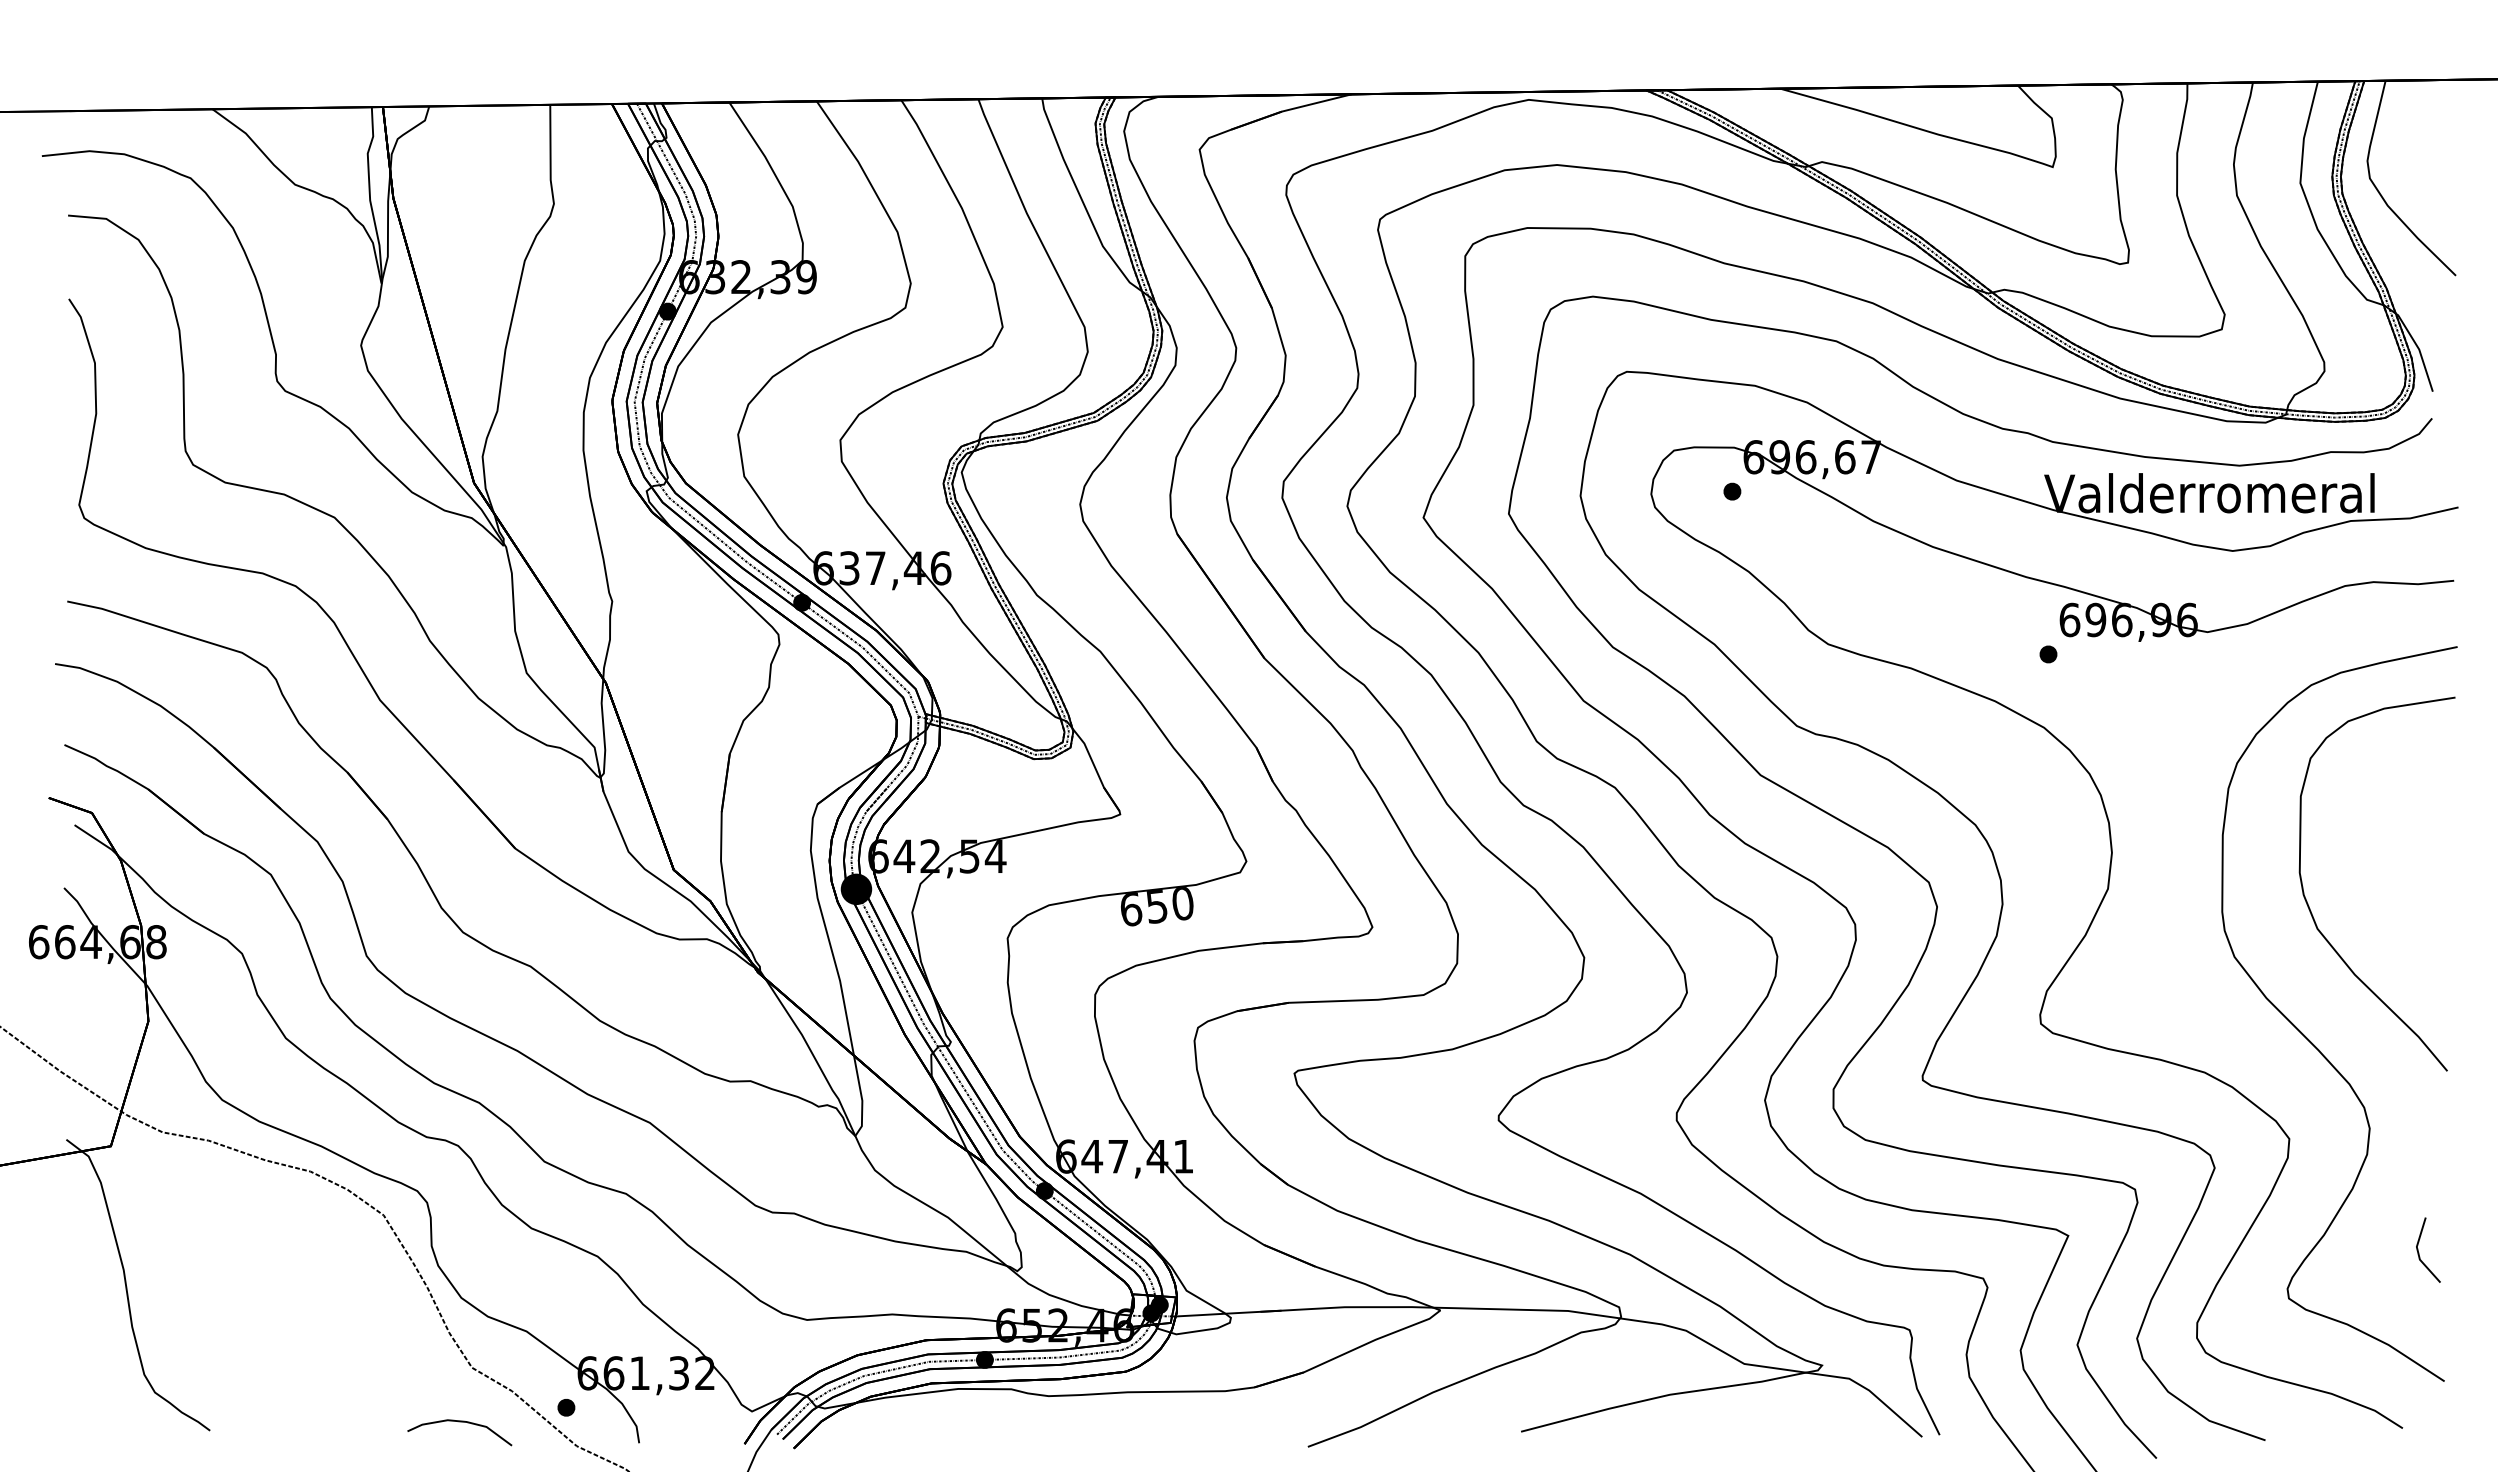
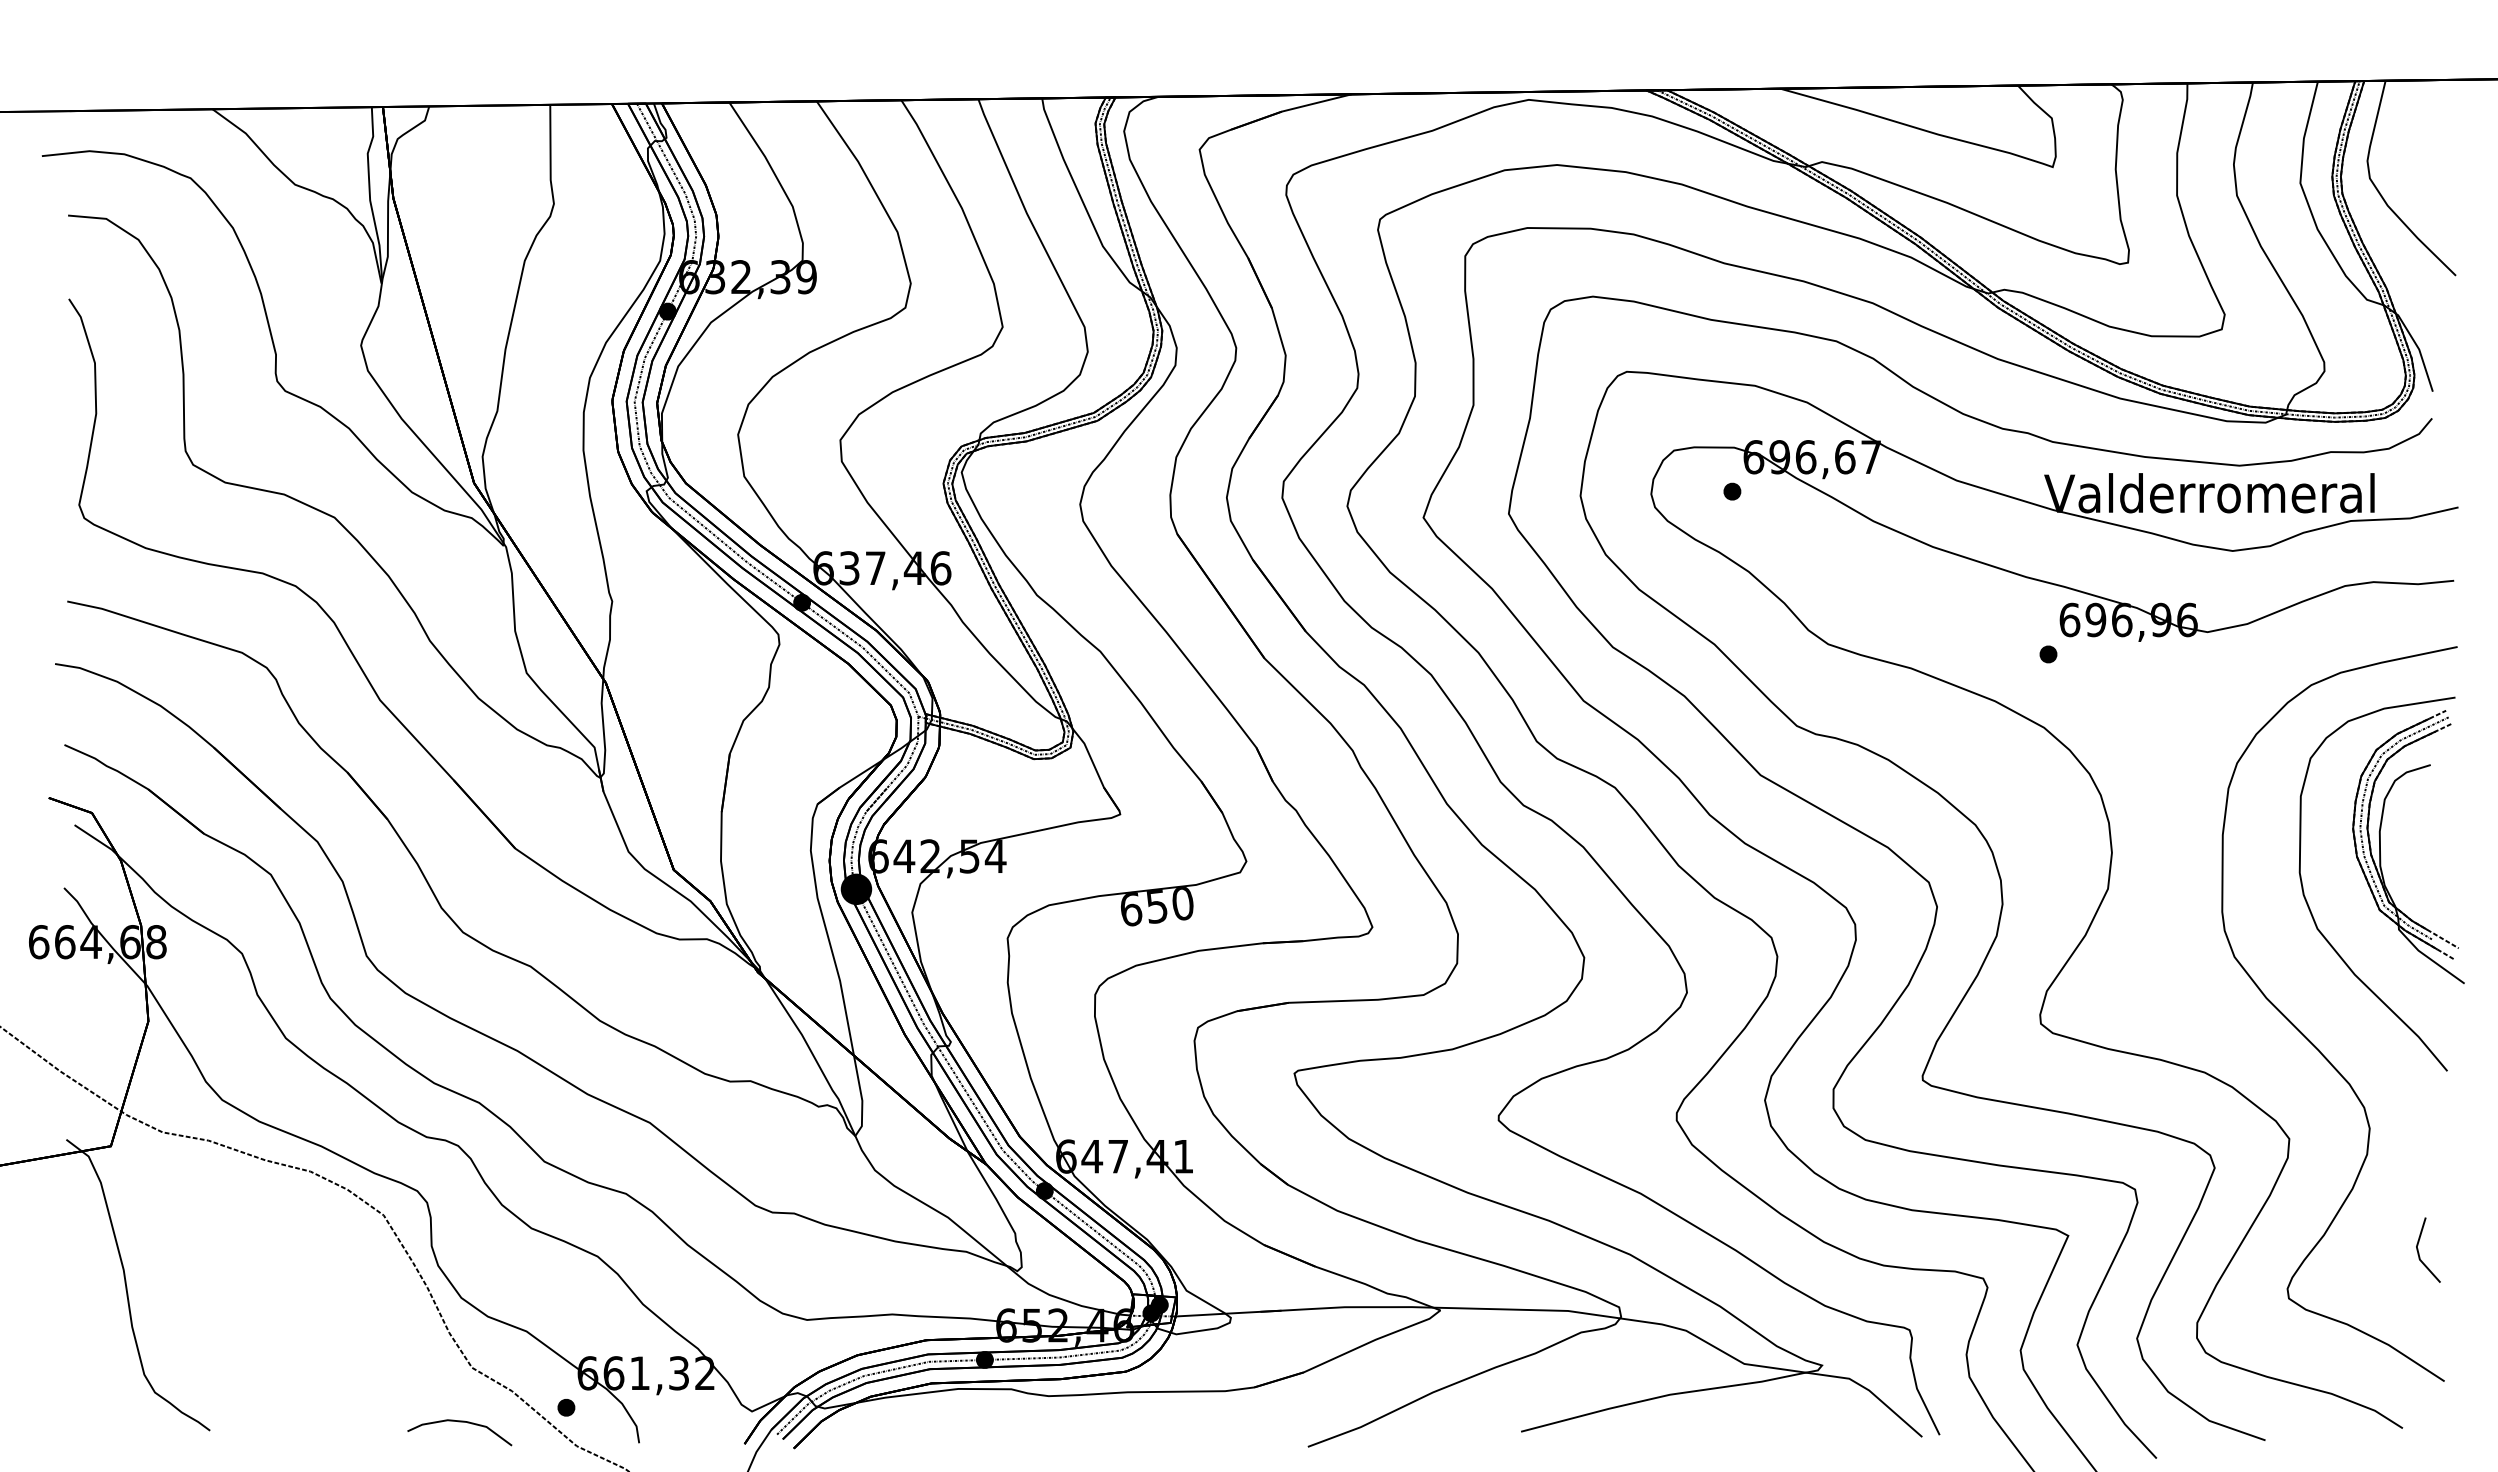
part at (2380, 846): none -> present
